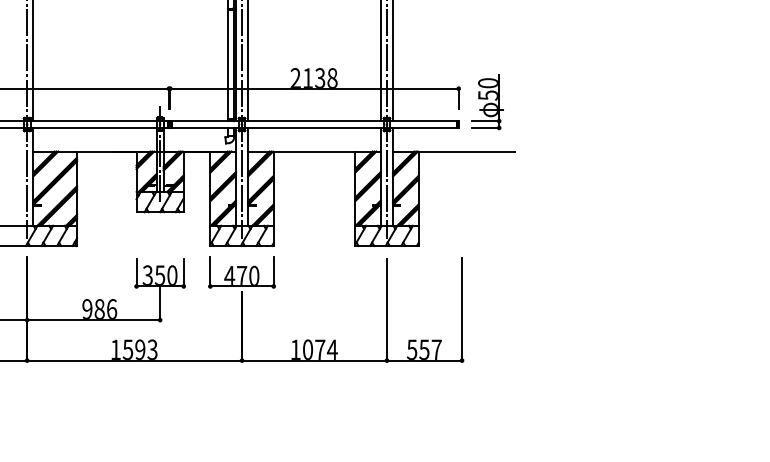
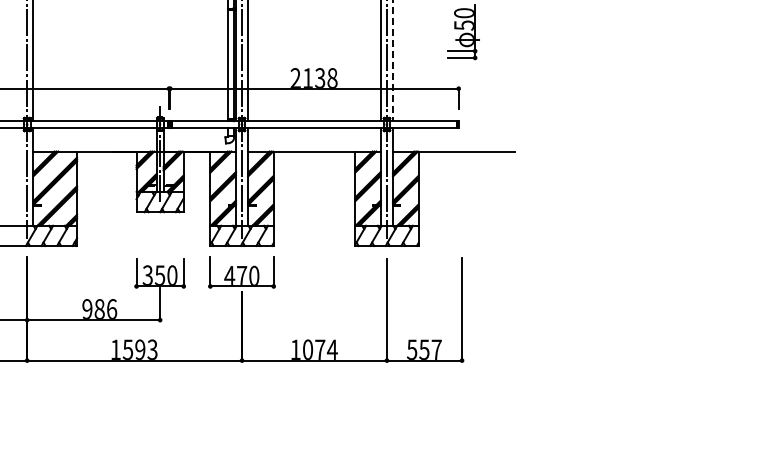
line at (393, 61): solid -> dashed
part at (487, 102) position: (487, 102) -> (463, 32)
